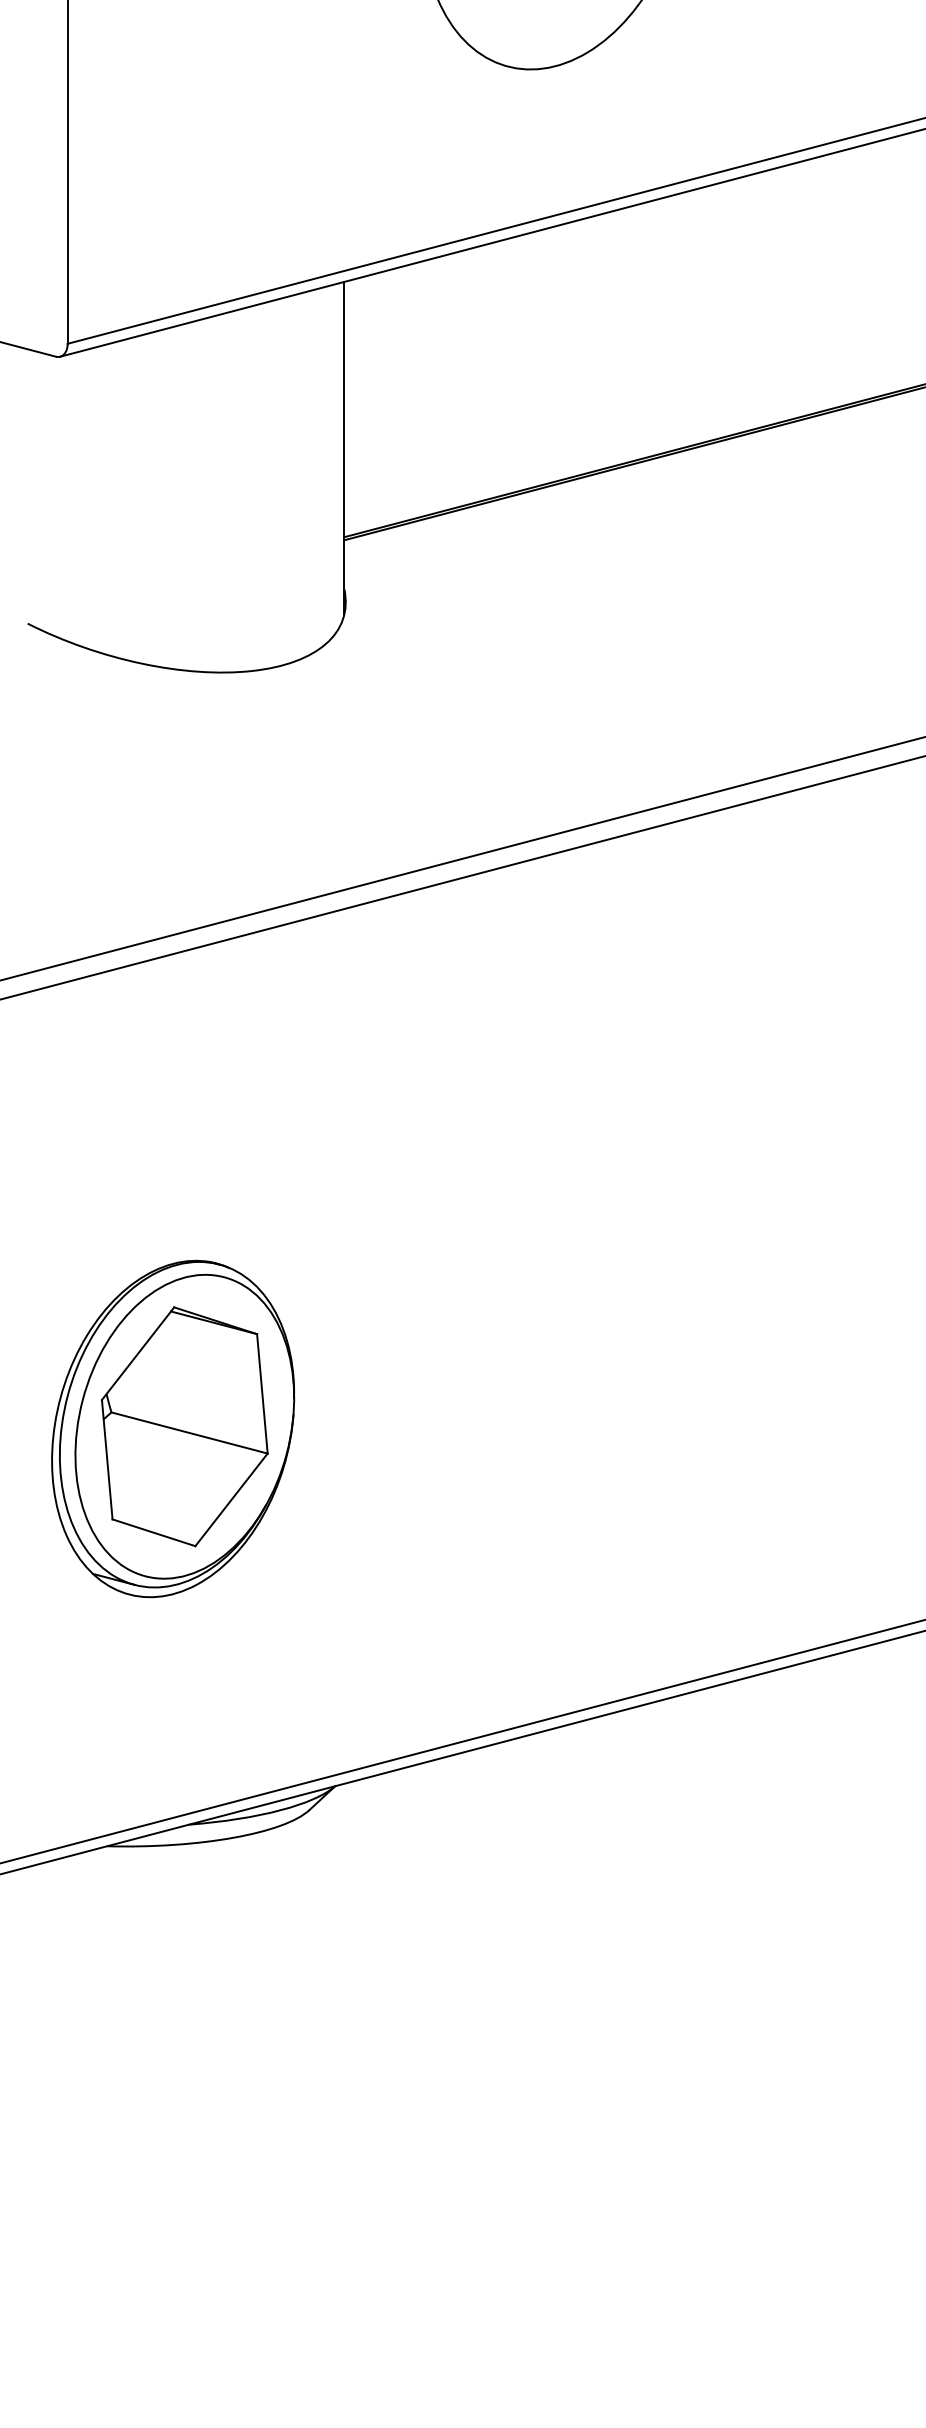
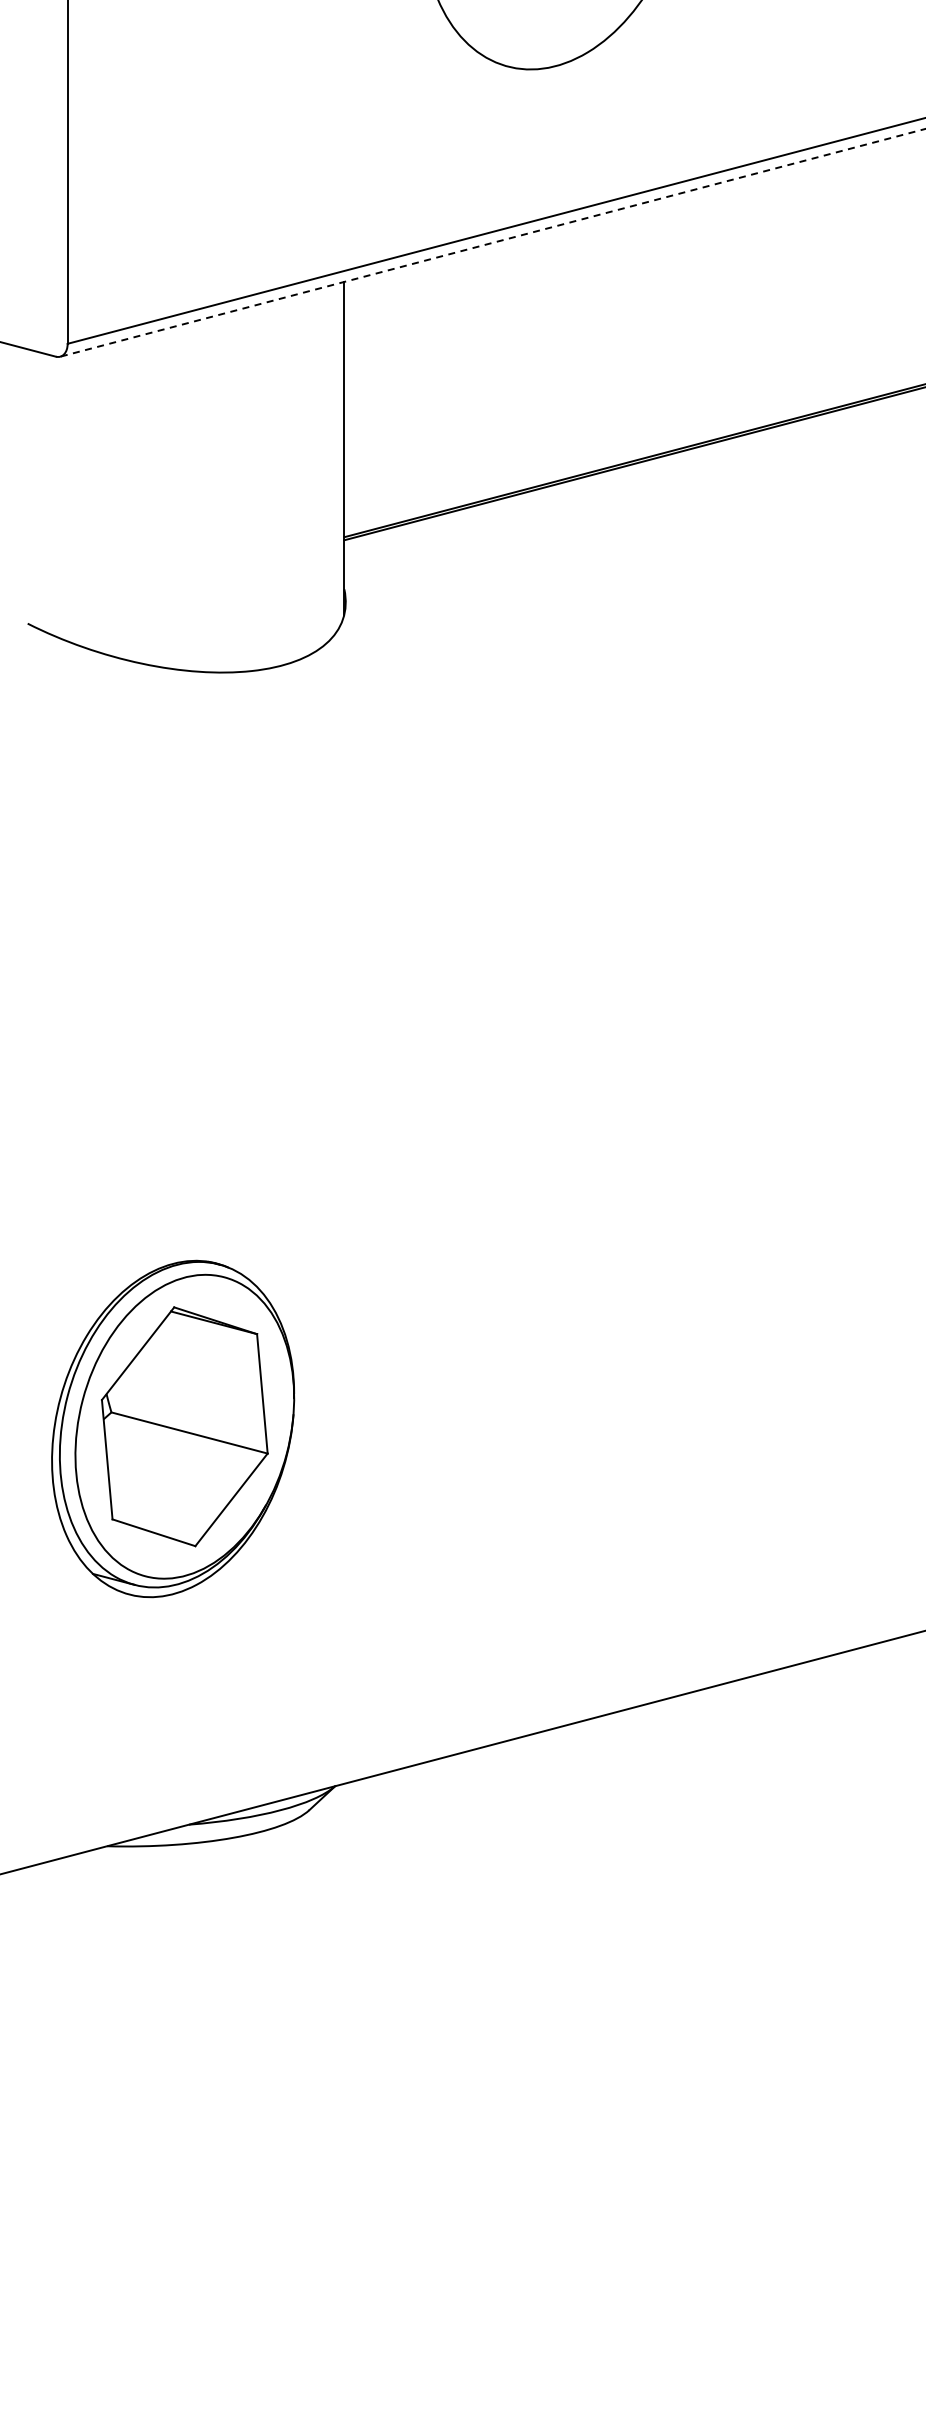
line at (492, 243): solid -> dashed
line at (462, 858): present -> none
line at (462, 877): present -> none
line at (462, 1741): present -> none
